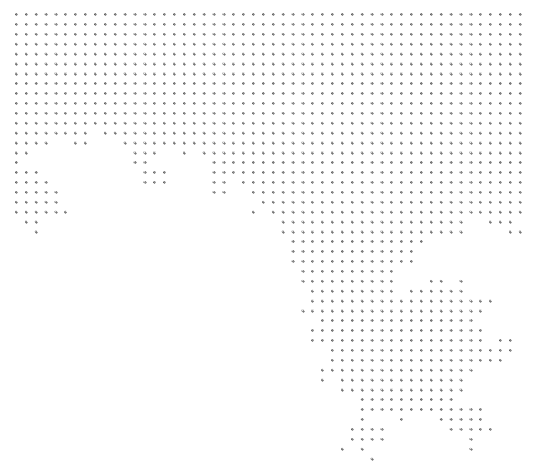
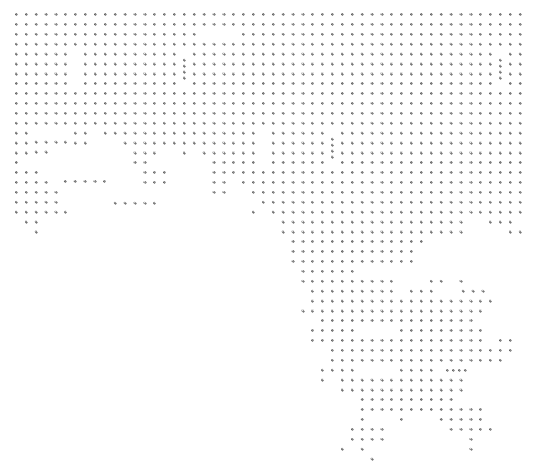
part at (218, 34): present -> none
part at (75, 68): present -> none
part at (184, 68) size: 3x32 px -> 3x21 px
part at (500, 68) size: 3x32 px -> 3x21 px
part at (50, 138) position: (50, 138) -> (50, 147)
part at (263, 147): present -> none
part at (332, 147) size: 3x32 px -> 3x21 px
part at (84, 181): none -> present
part at (134, 203): none -> present
part at (376, 271): present -> none
part at (451, 291) position: (451, 291) -> (473, 291)
part at (376, 330): present -> none
part at (376, 370): present -> none
part at (456, 370) size: 33x3 px -> 21x3 px
